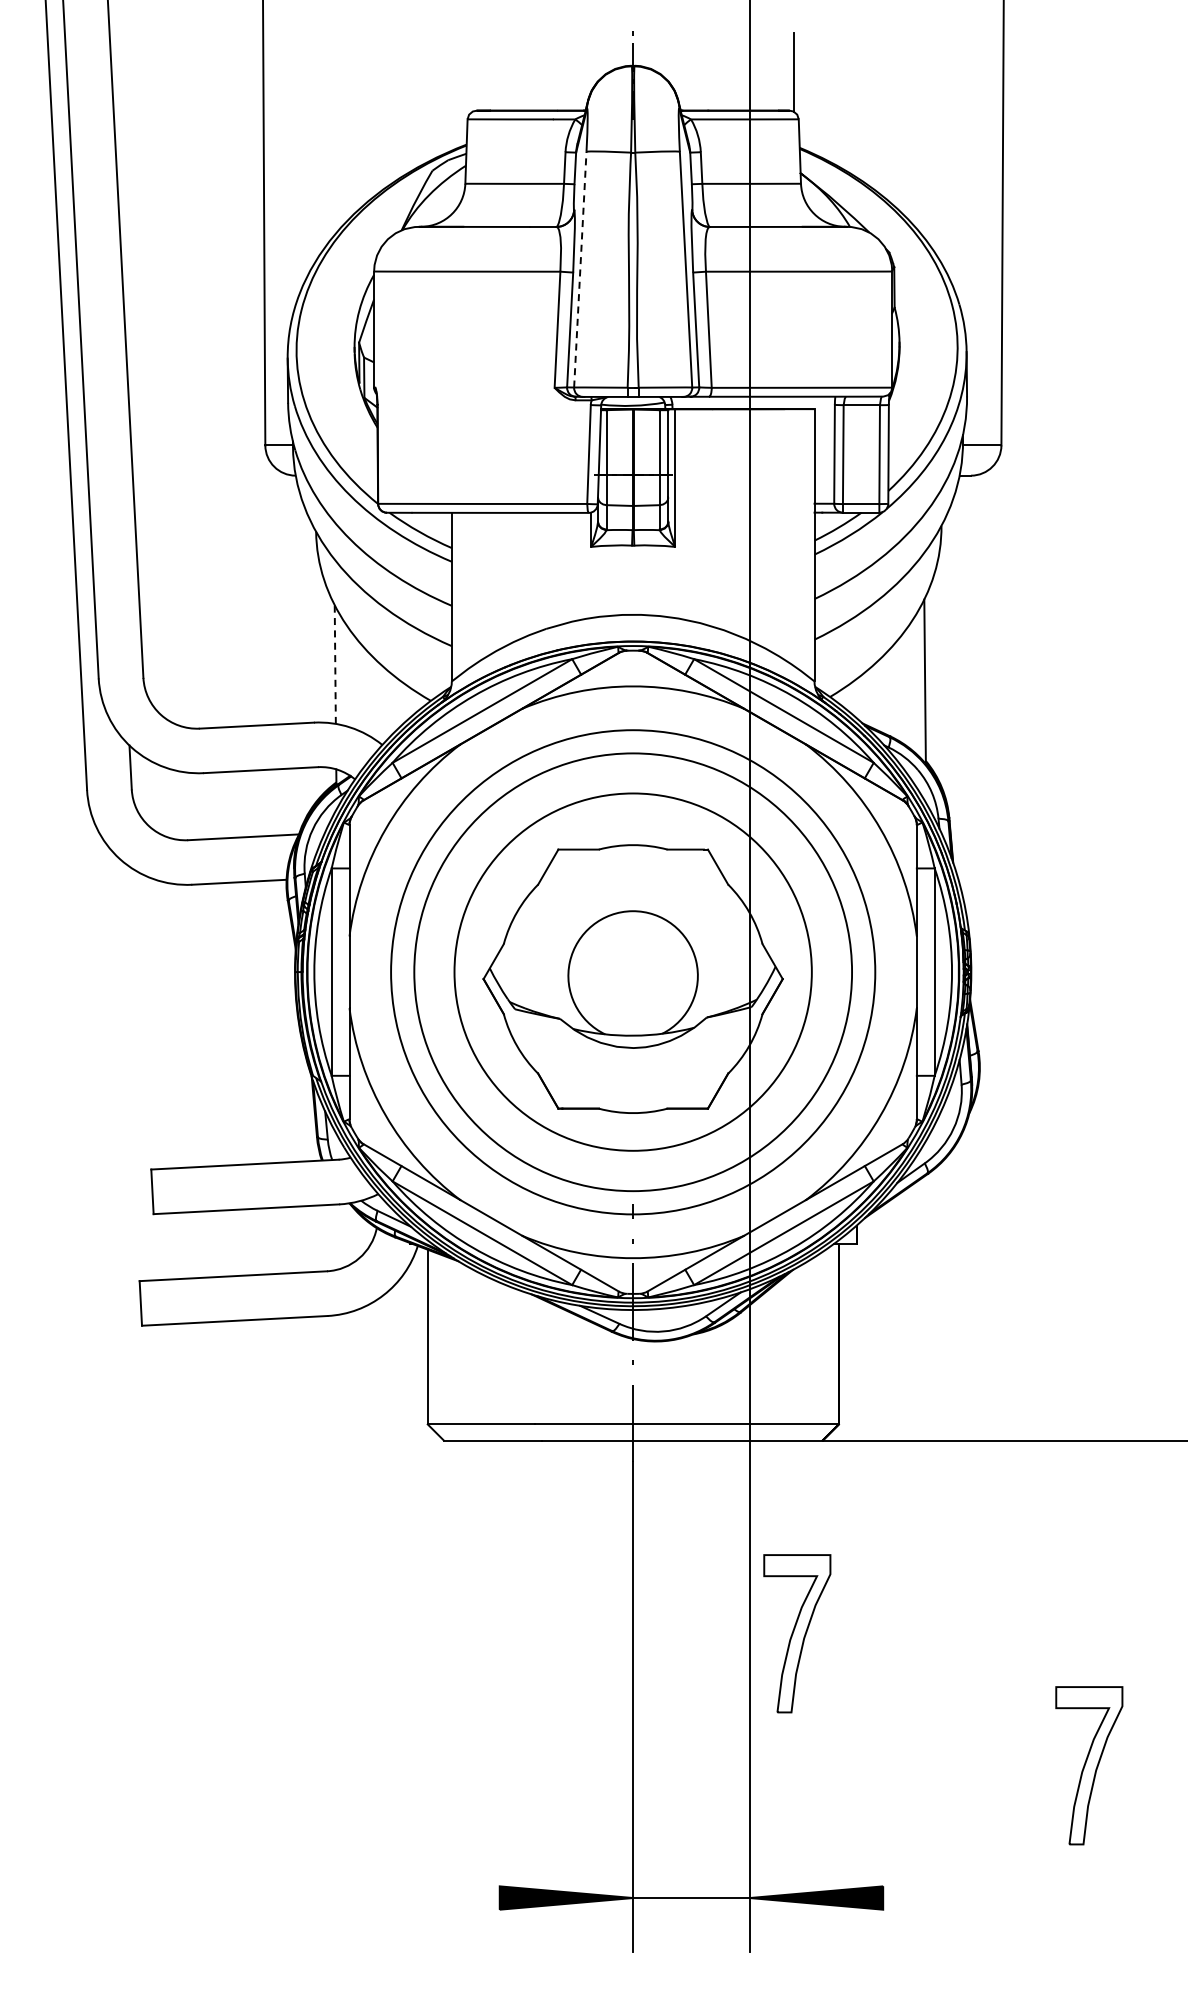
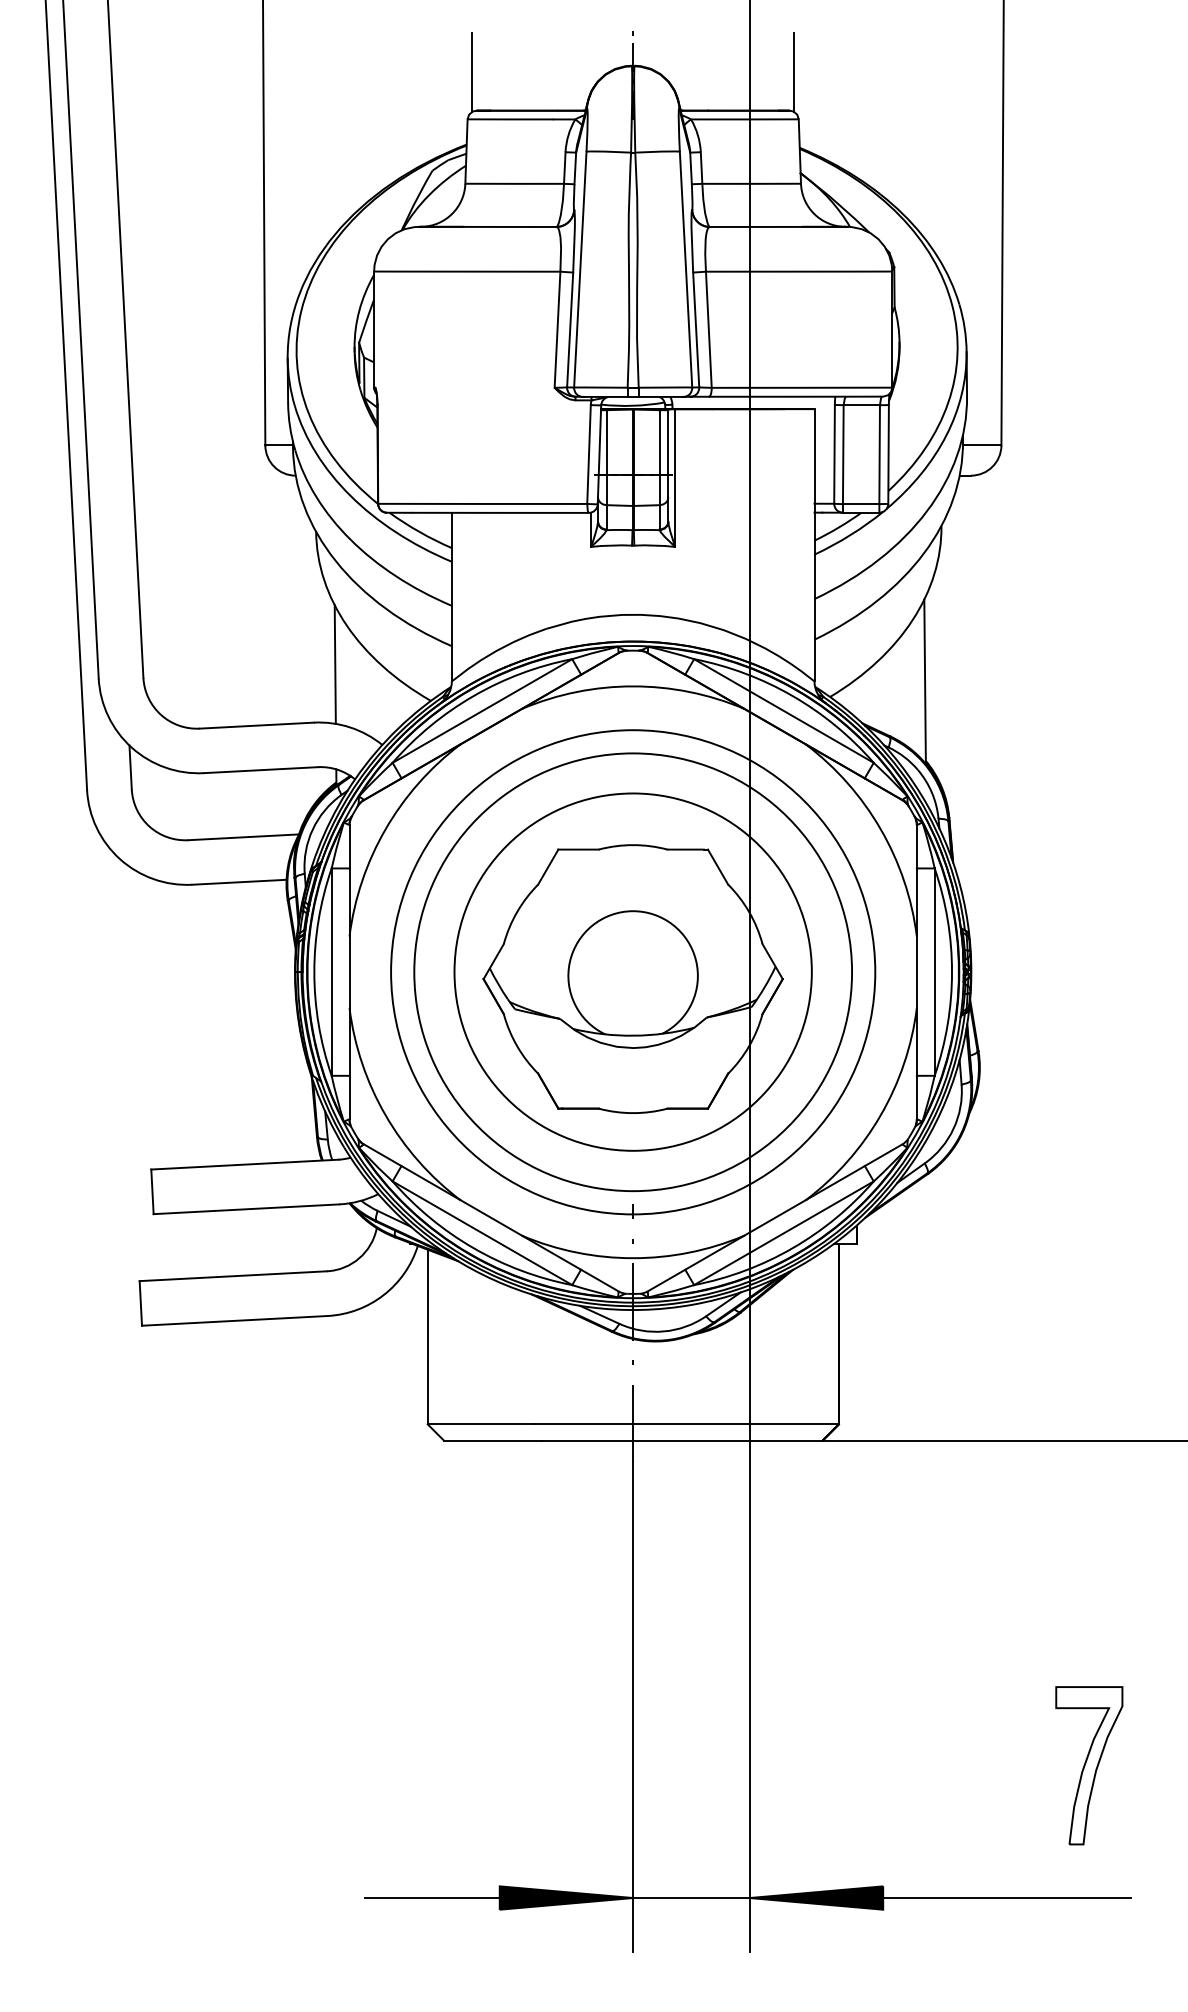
line at (472, 71): none -> present
line at (580, 269): dashed -> solid
line at (335, 664): dashed -> solid
part at (797, 1633): present -> none
line at (432, 1898): none -> present
line at (1006, 1898): none -> present
